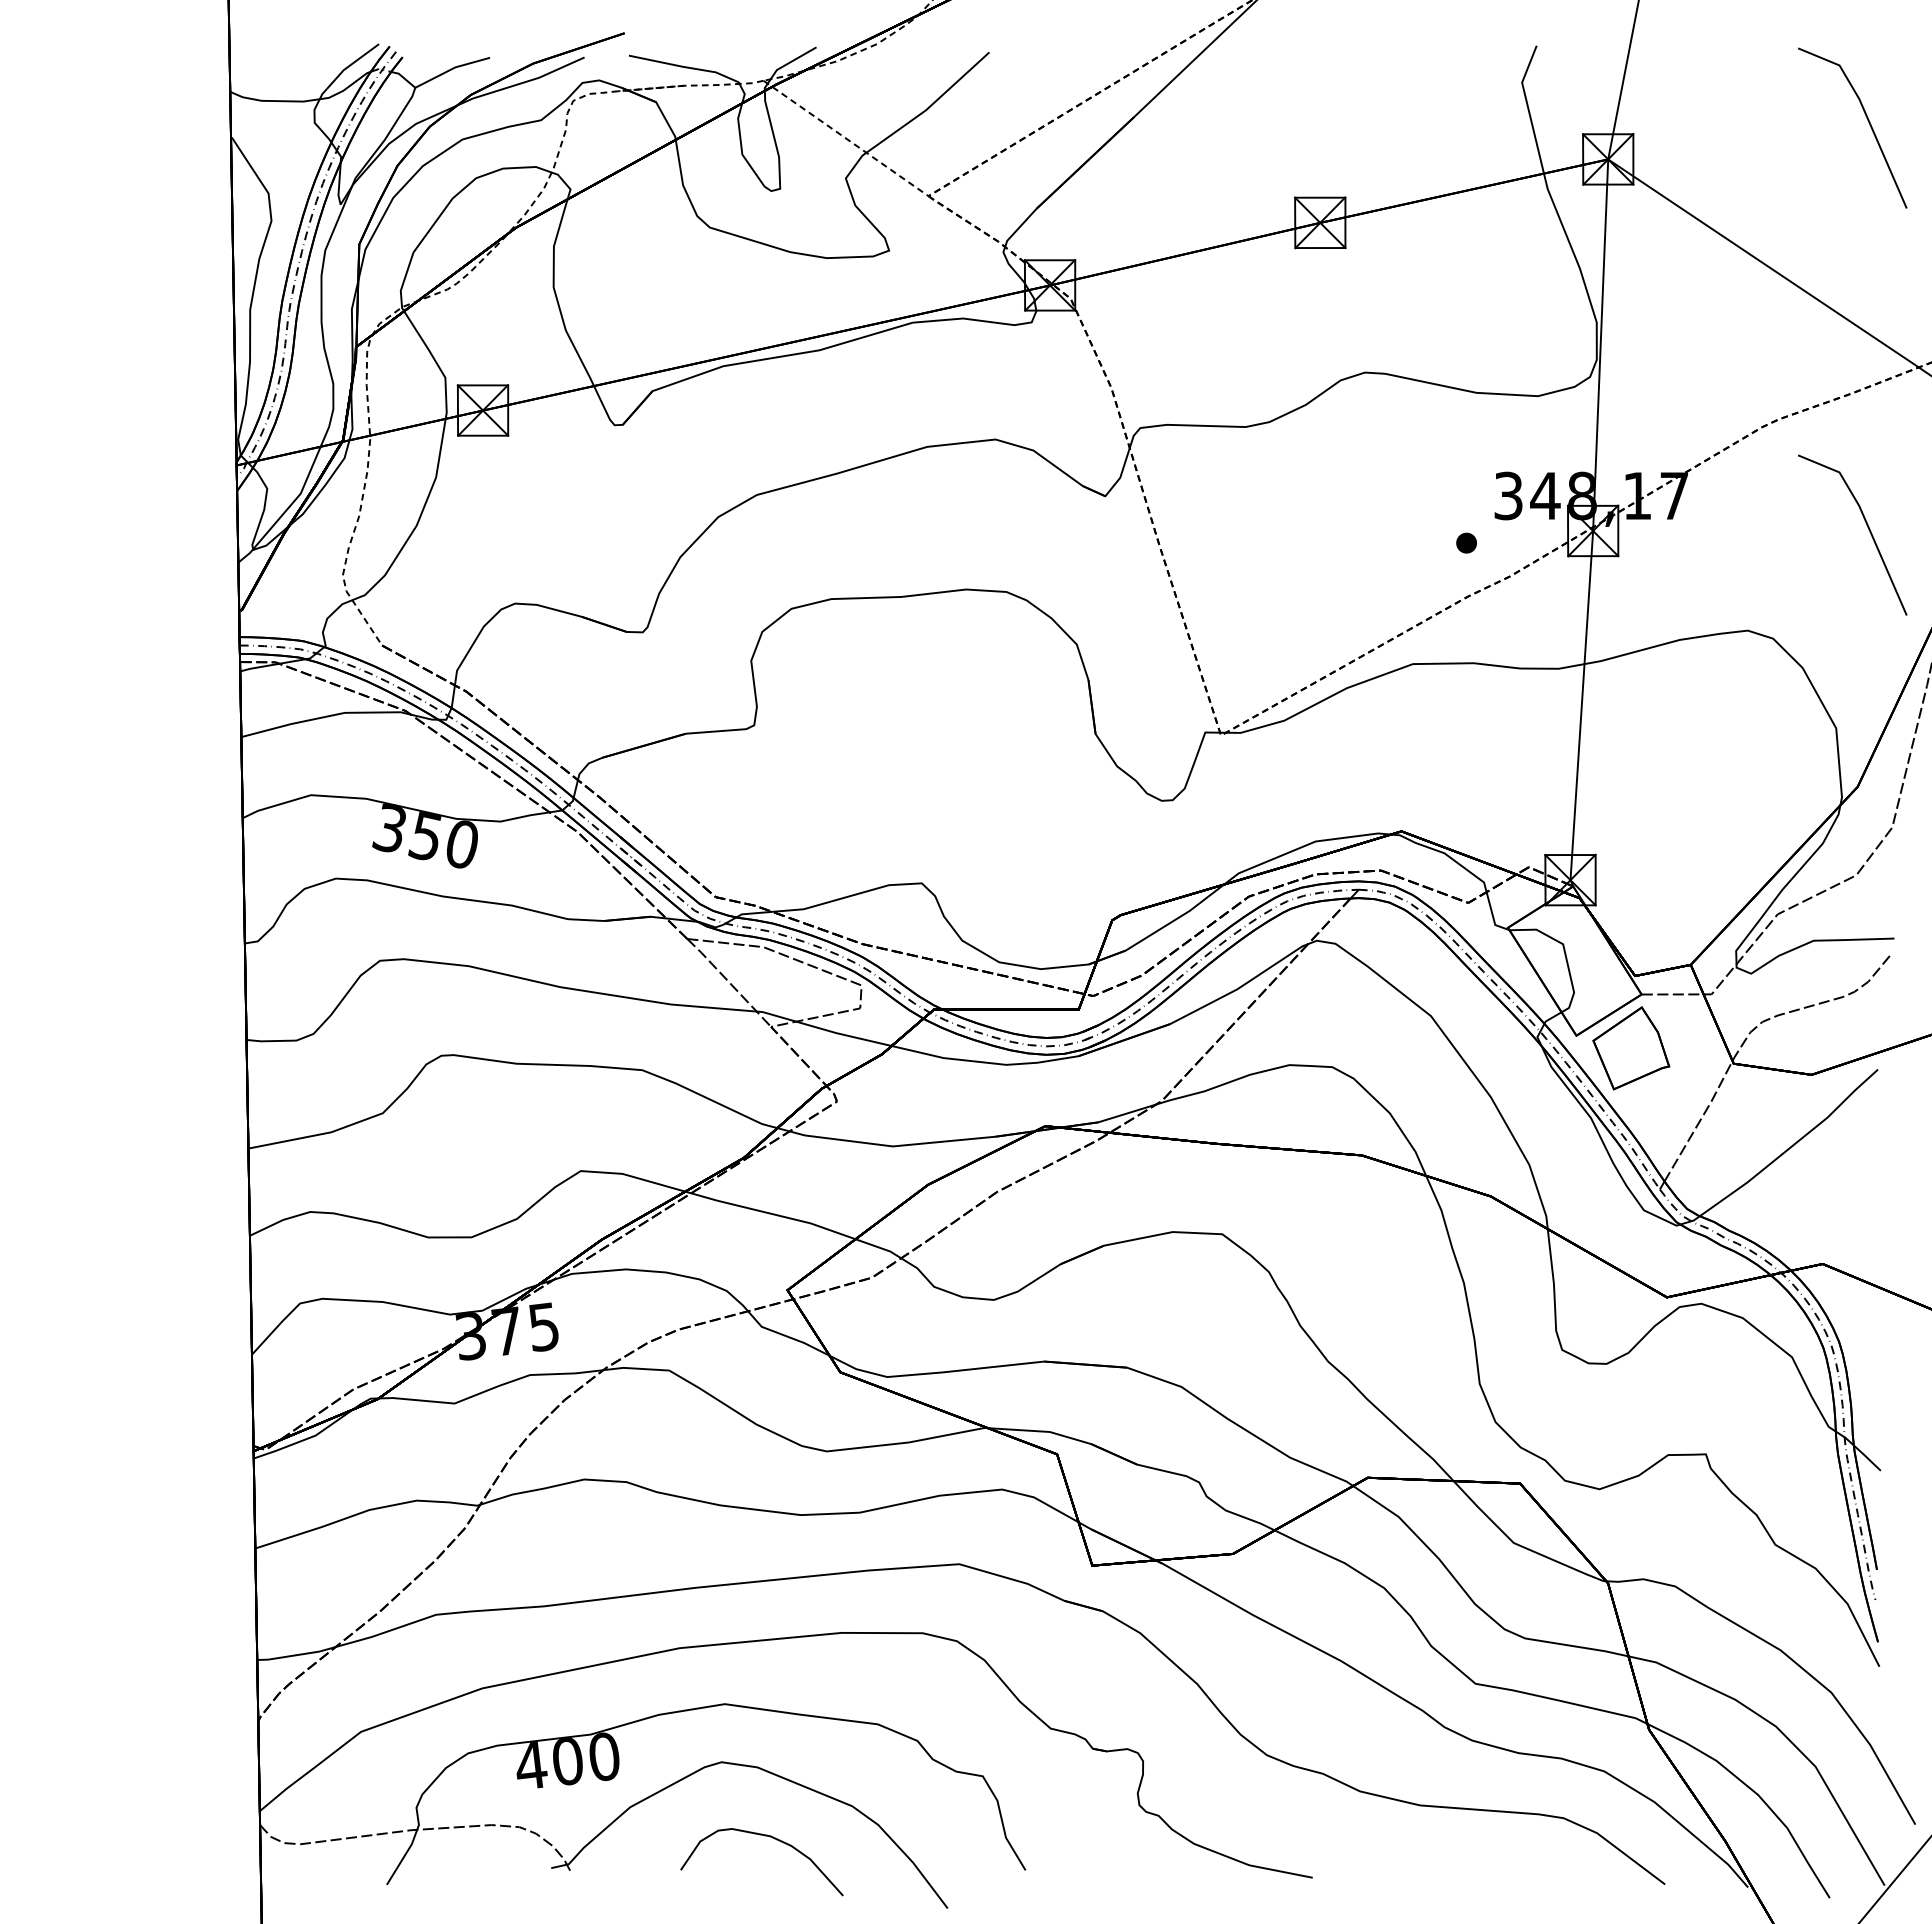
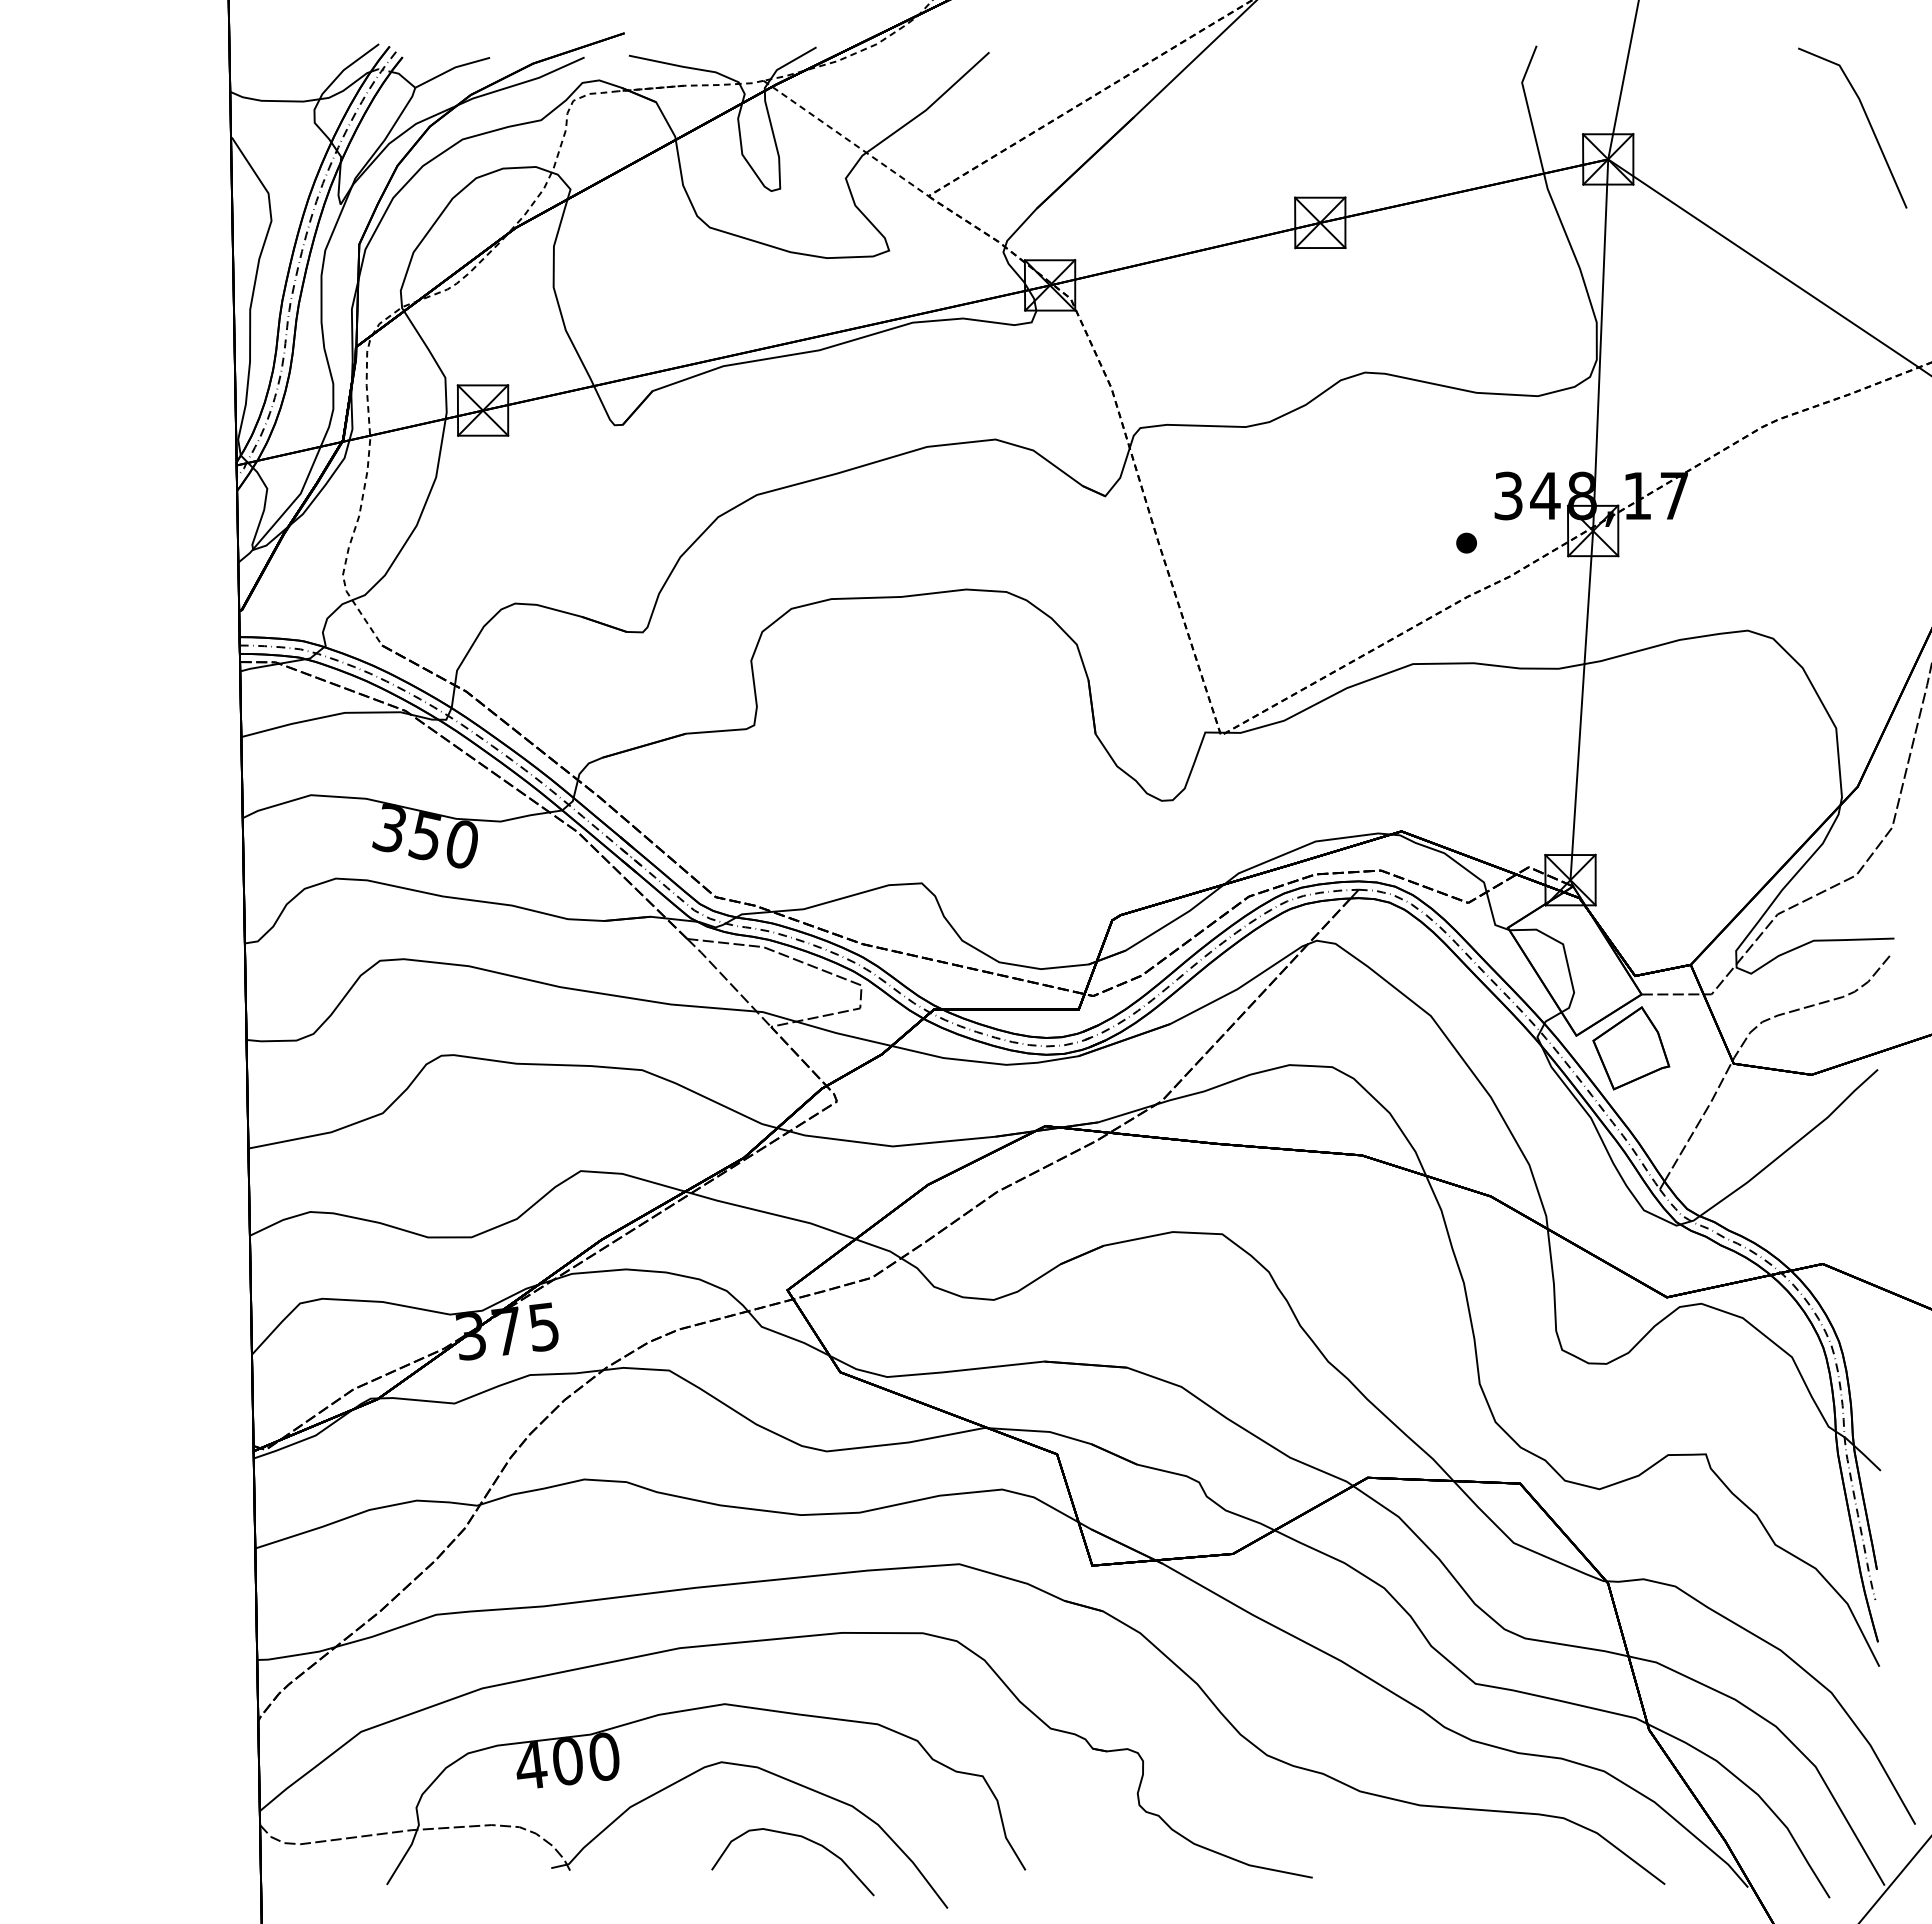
line at (1868, 530): present -> none
curve at (764, 1836) position: (764, 1836) -> (795, 1836)
